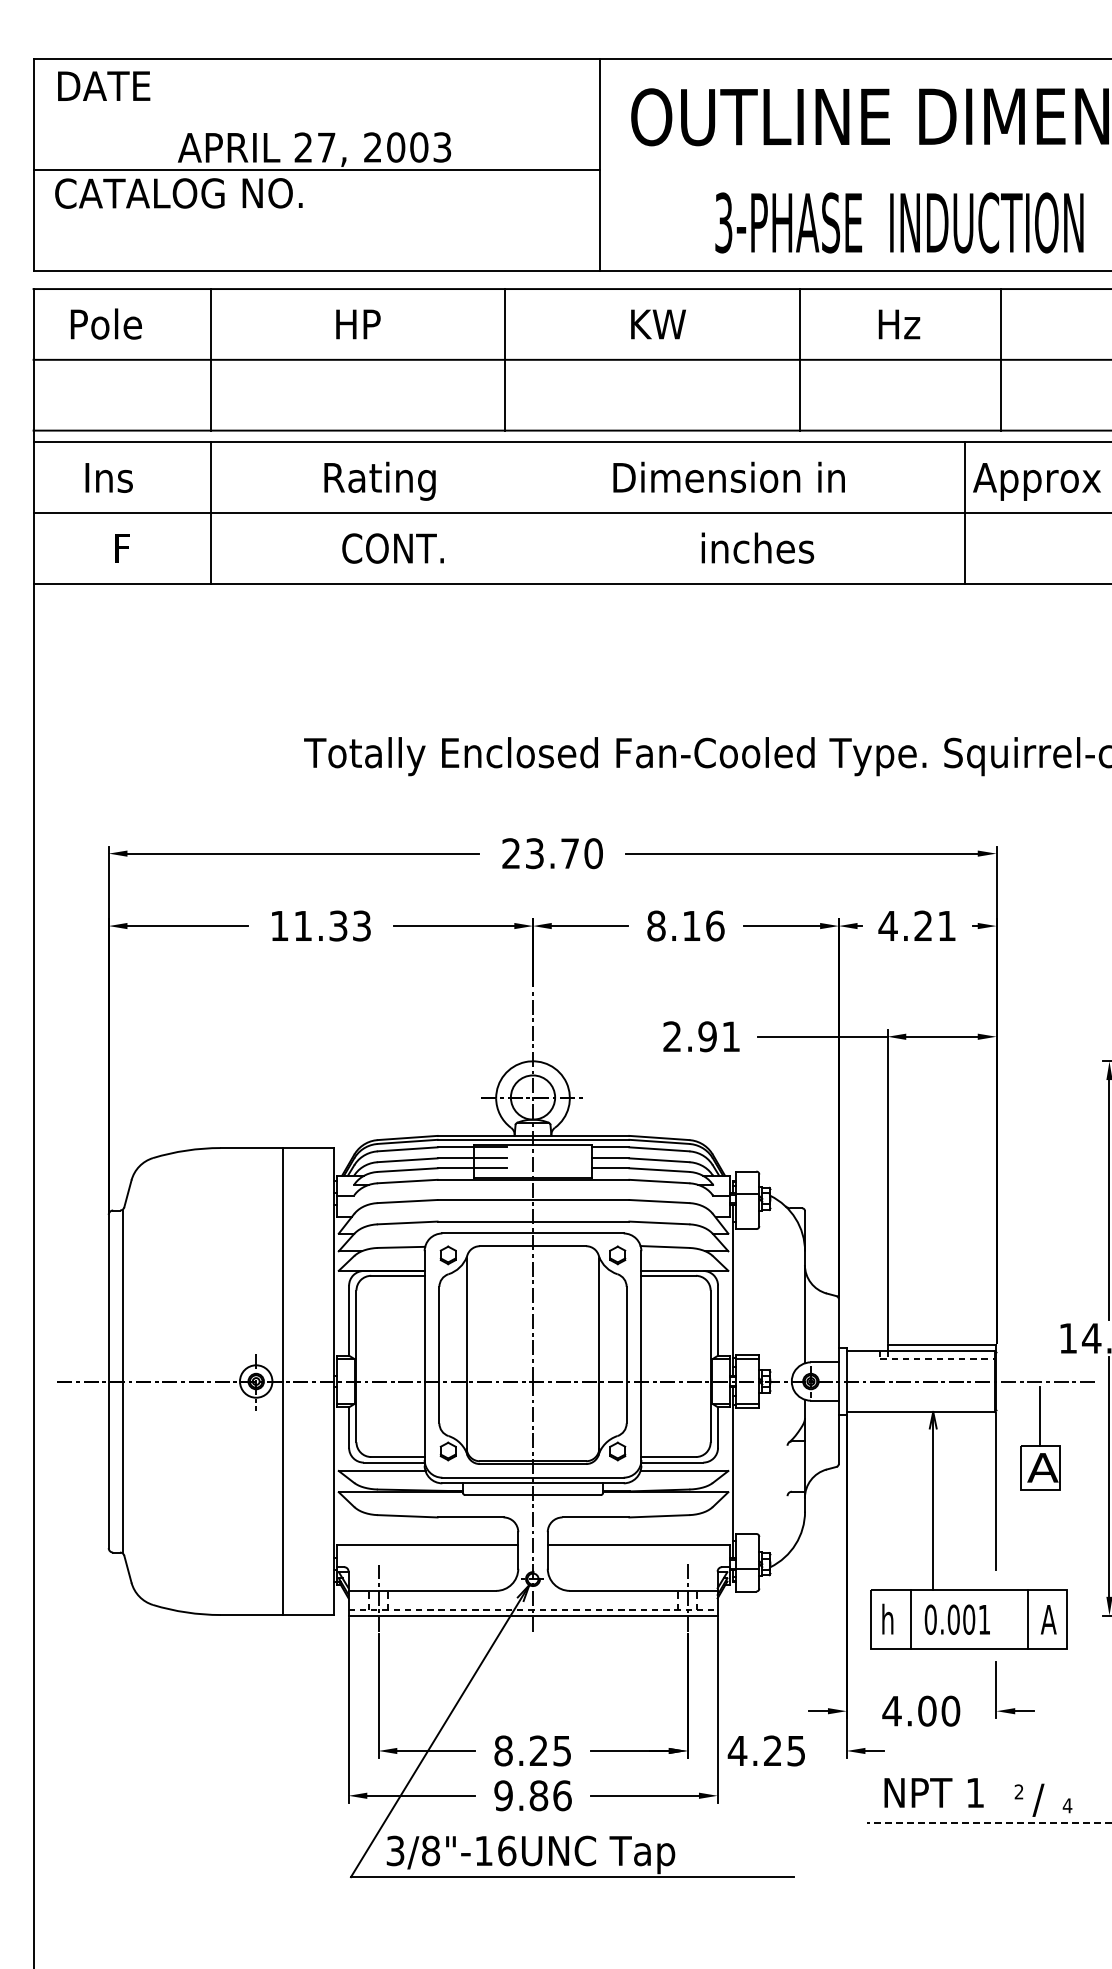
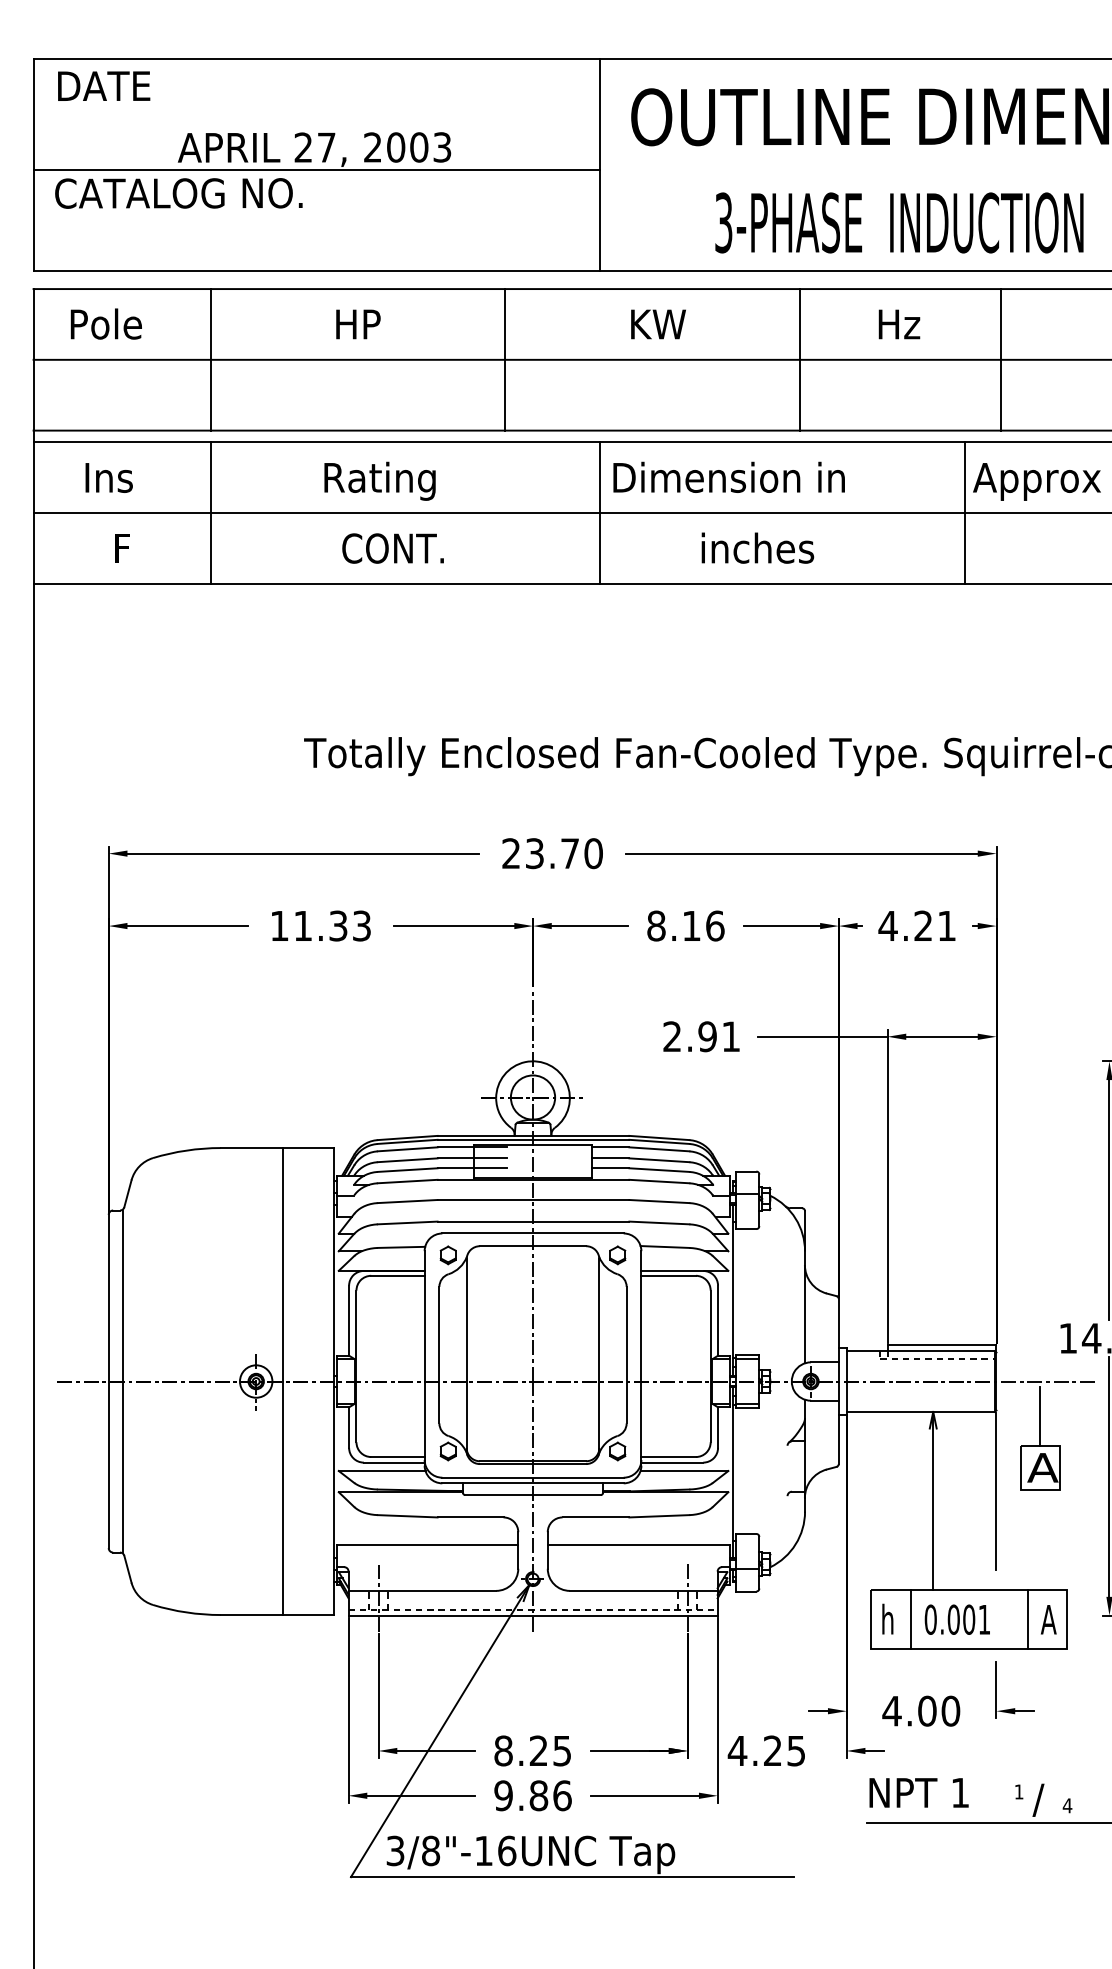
line at (599, 512): none -> present
text at (1018, 1791): 2 -> 1
text at (933, 1792) position: (933, 1792) -> (918, 1792)
line at (989, 1822): dashed -> solid
